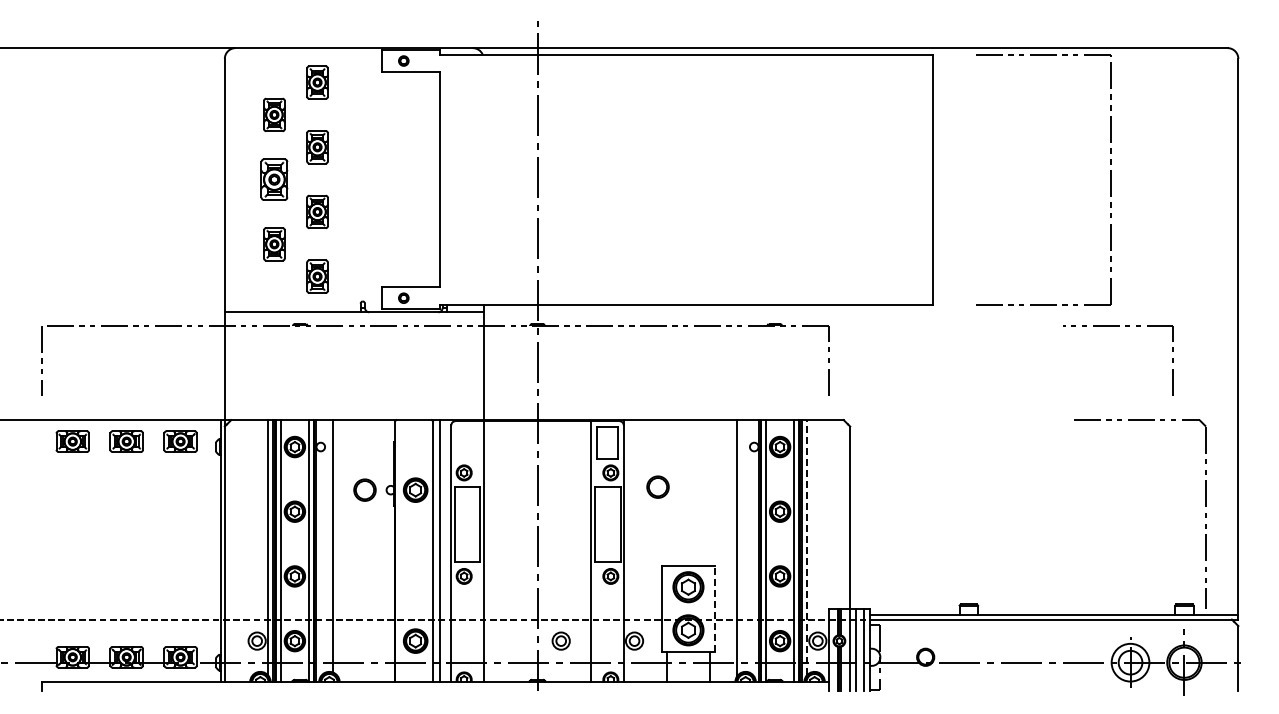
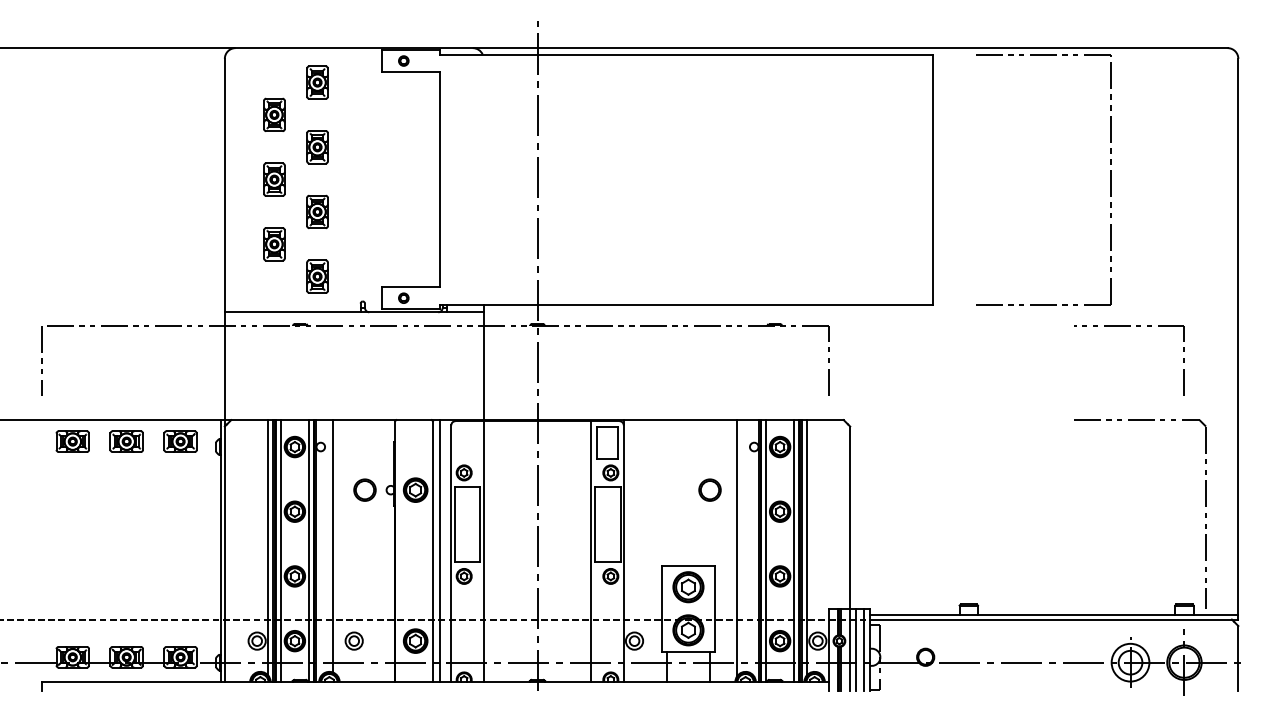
part at (274, 179) size: 29x43 px -> 23x35 px
part at (1118, 326) position: (1118, 326) -> (1129, 326)
circle at (657, 486) position: (657, 486) -> (709, 489)
line at (807, 547): dashed -> solid
line at (715, 608): dashed -> solid
part at (560, 640) position: (560, 640) -> (353, 640)
